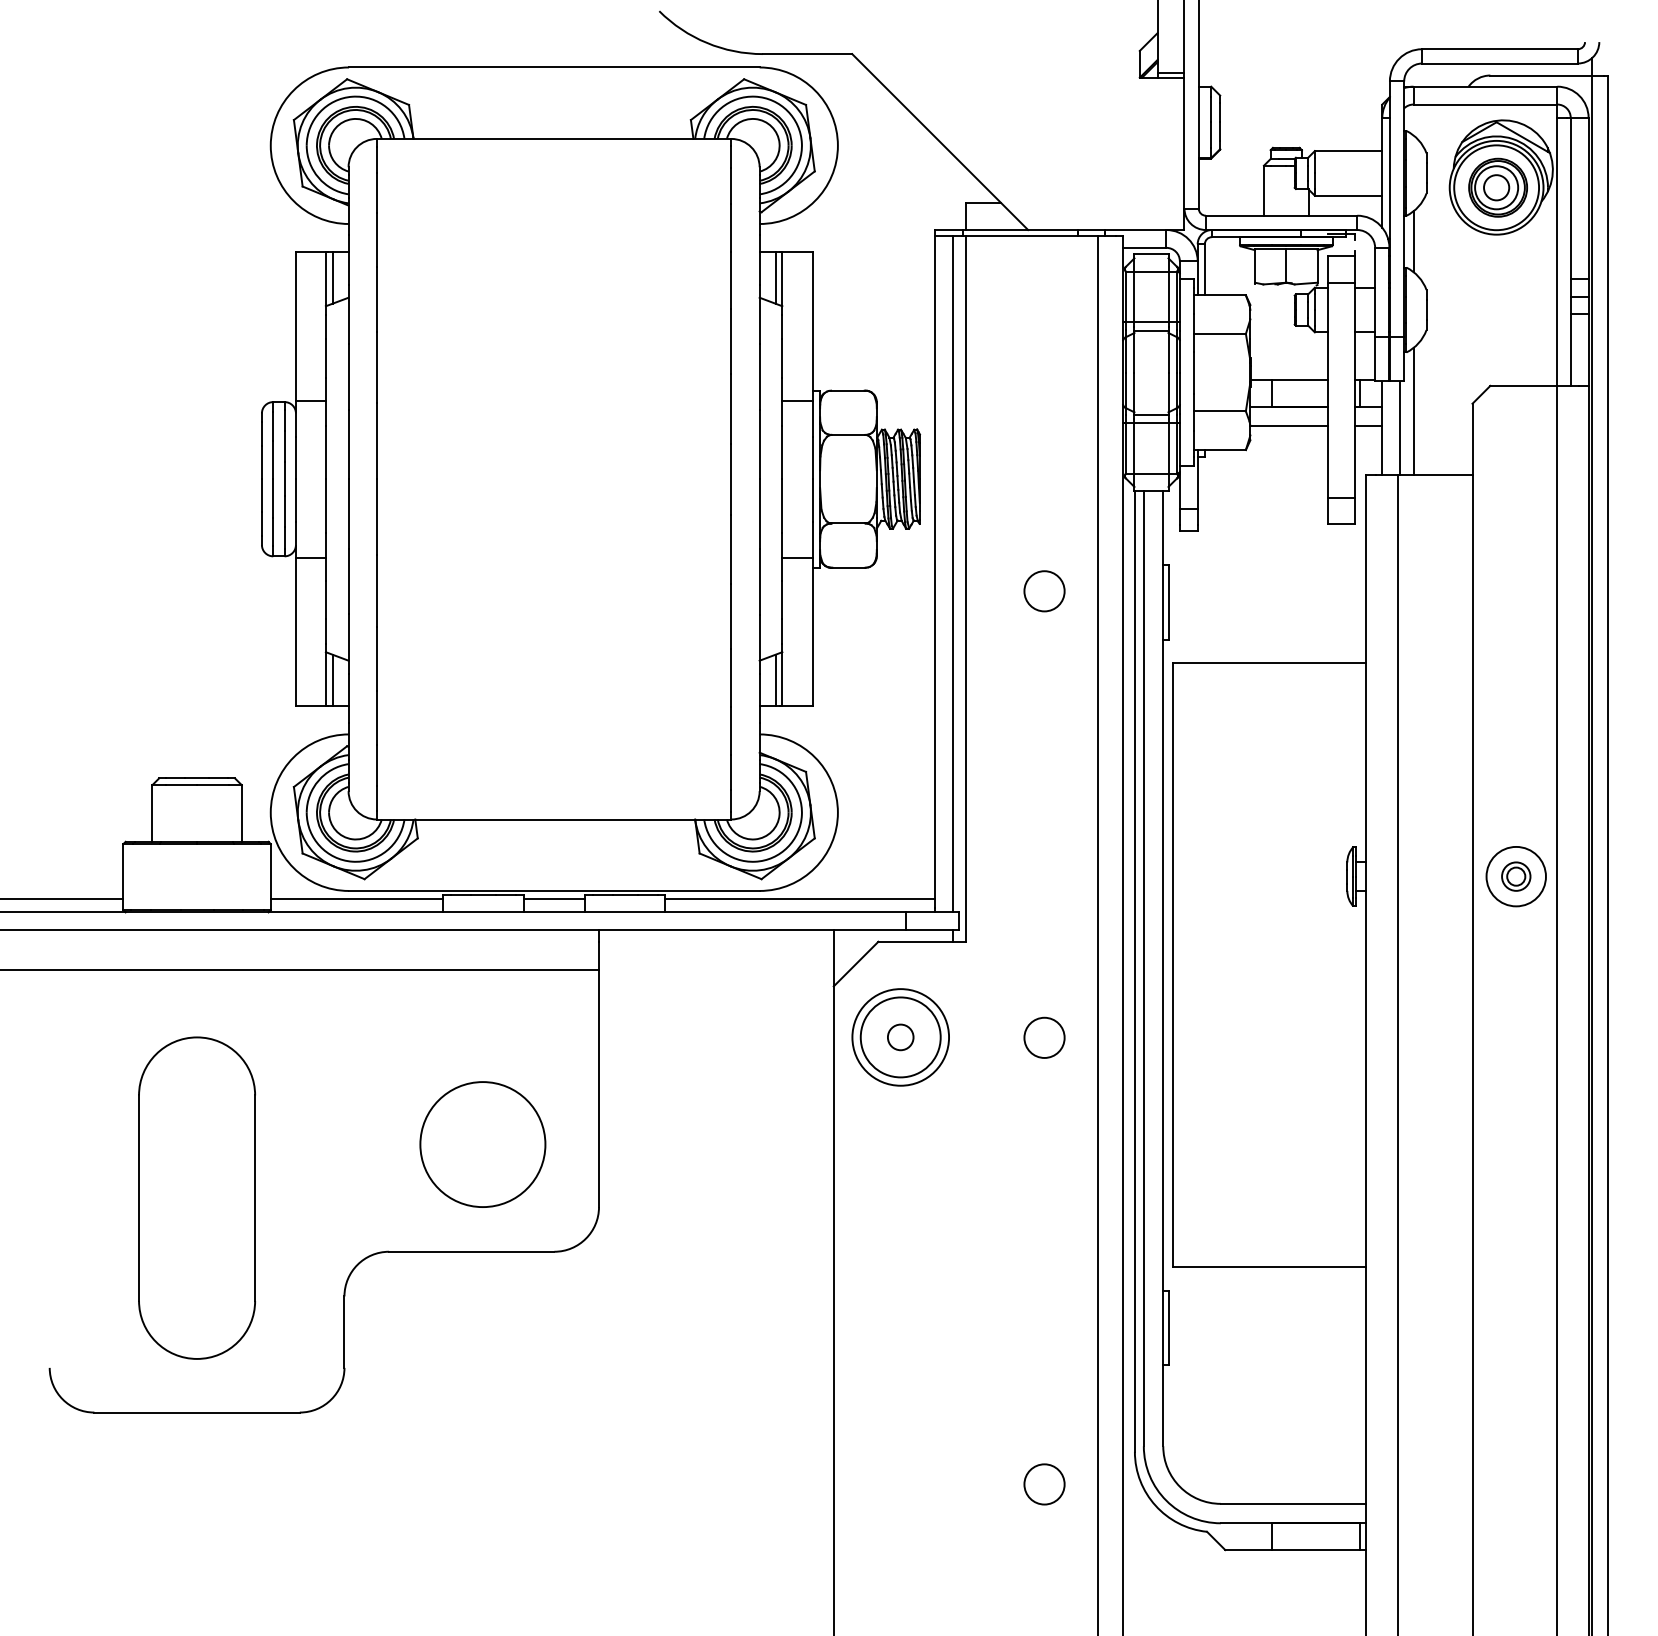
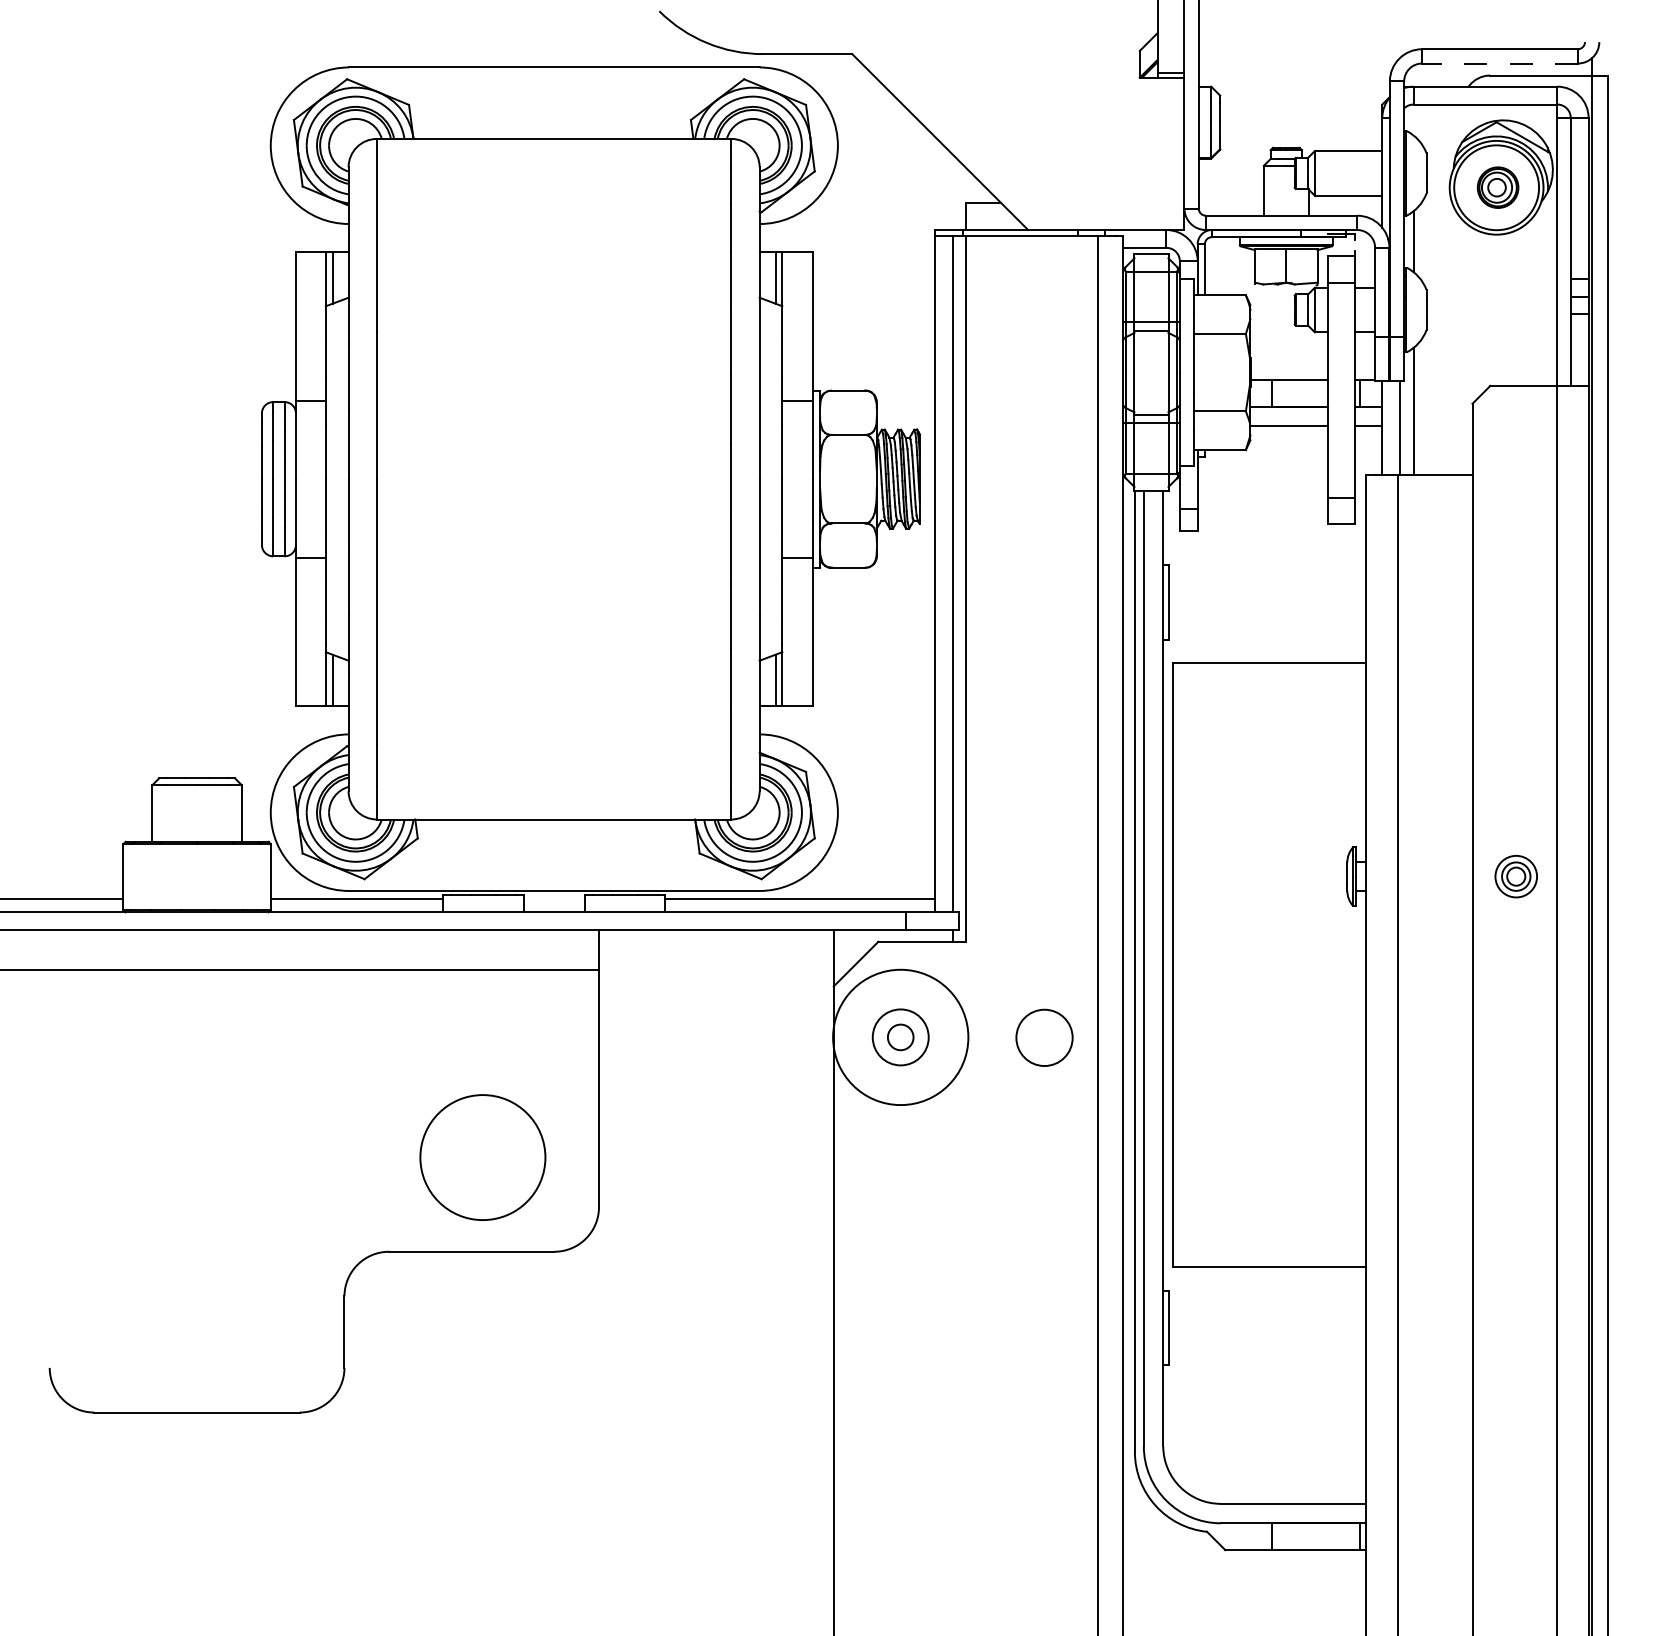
line at (1499, 63): solid -> dashed
part at (1497, 187) size: 60x61 px -> 44x43 px
circle at (1044, 591): present -> none
circle at (1515, 876) diameter: 59 px -> 42 px
line at (554, 899): present -> none
circle at (900, 1037) diameter: 80 px -> 56 px
circle at (900, 1037) diameter: 97 px -> 135 px
circle at (1044, 1037) diameter: 40 px -> 56 px
circle at (482, 1144) position: (482, 1144) -> (482, 1157)
part at (196, 1197): present -> none
circle at (1044, 1484): present -> none
